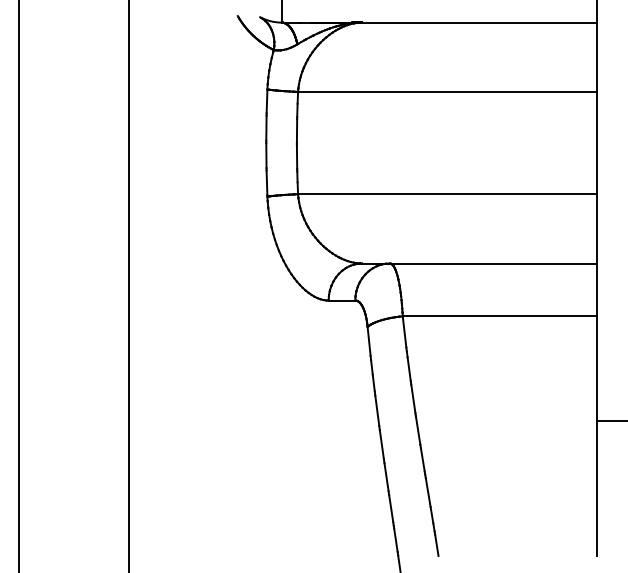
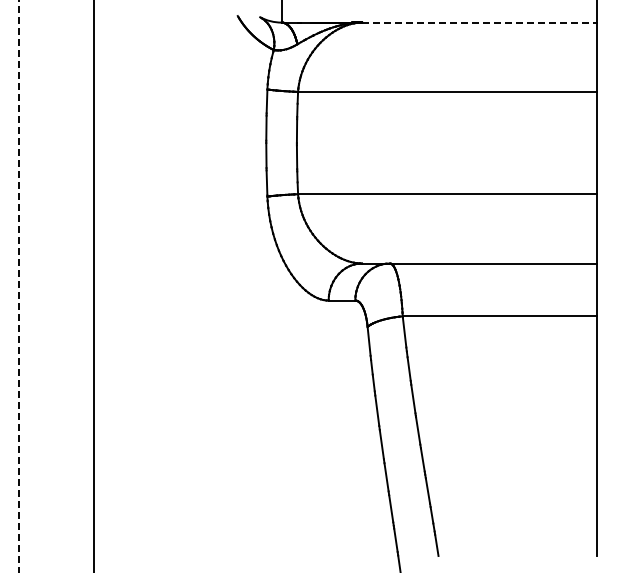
line at (479, 22): solid -> dashed
line at (129, 285) position: (129, 285) -> (94, 285)
line at (18, 286): solid -> dashed
line at (610, 421): present -> none
